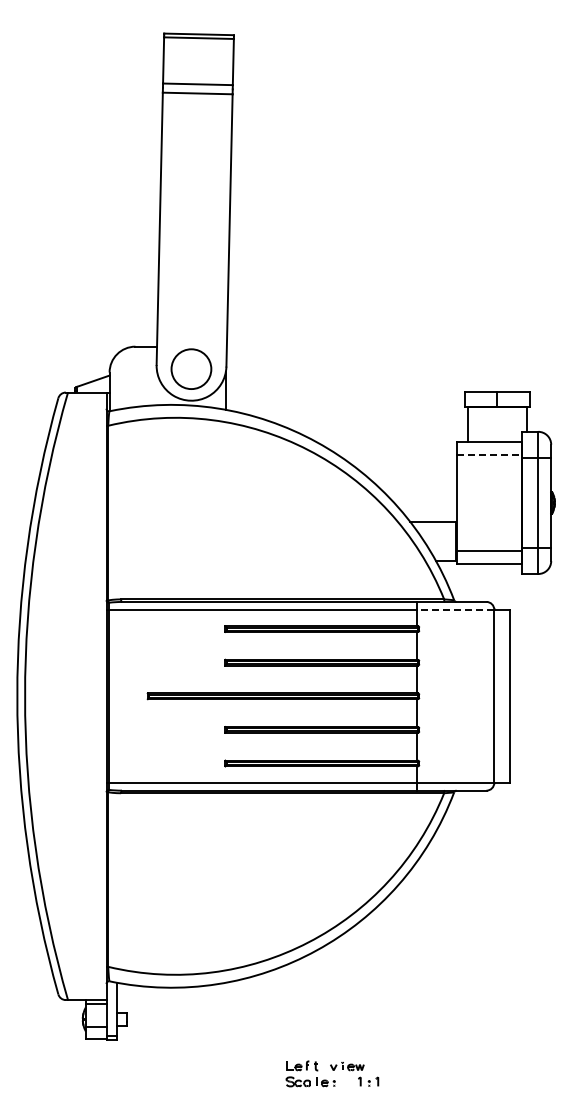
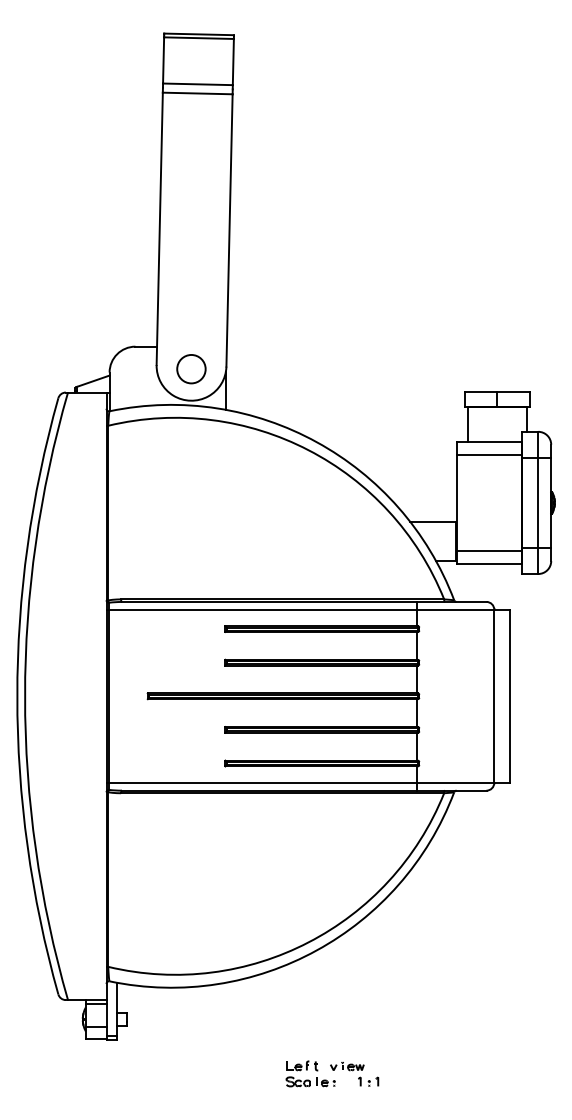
circle at (191, 369) diameter: 40 px -> 28 px
line at (489, 455): dashed -> solid
line at (455, 609): dashed -> solid
